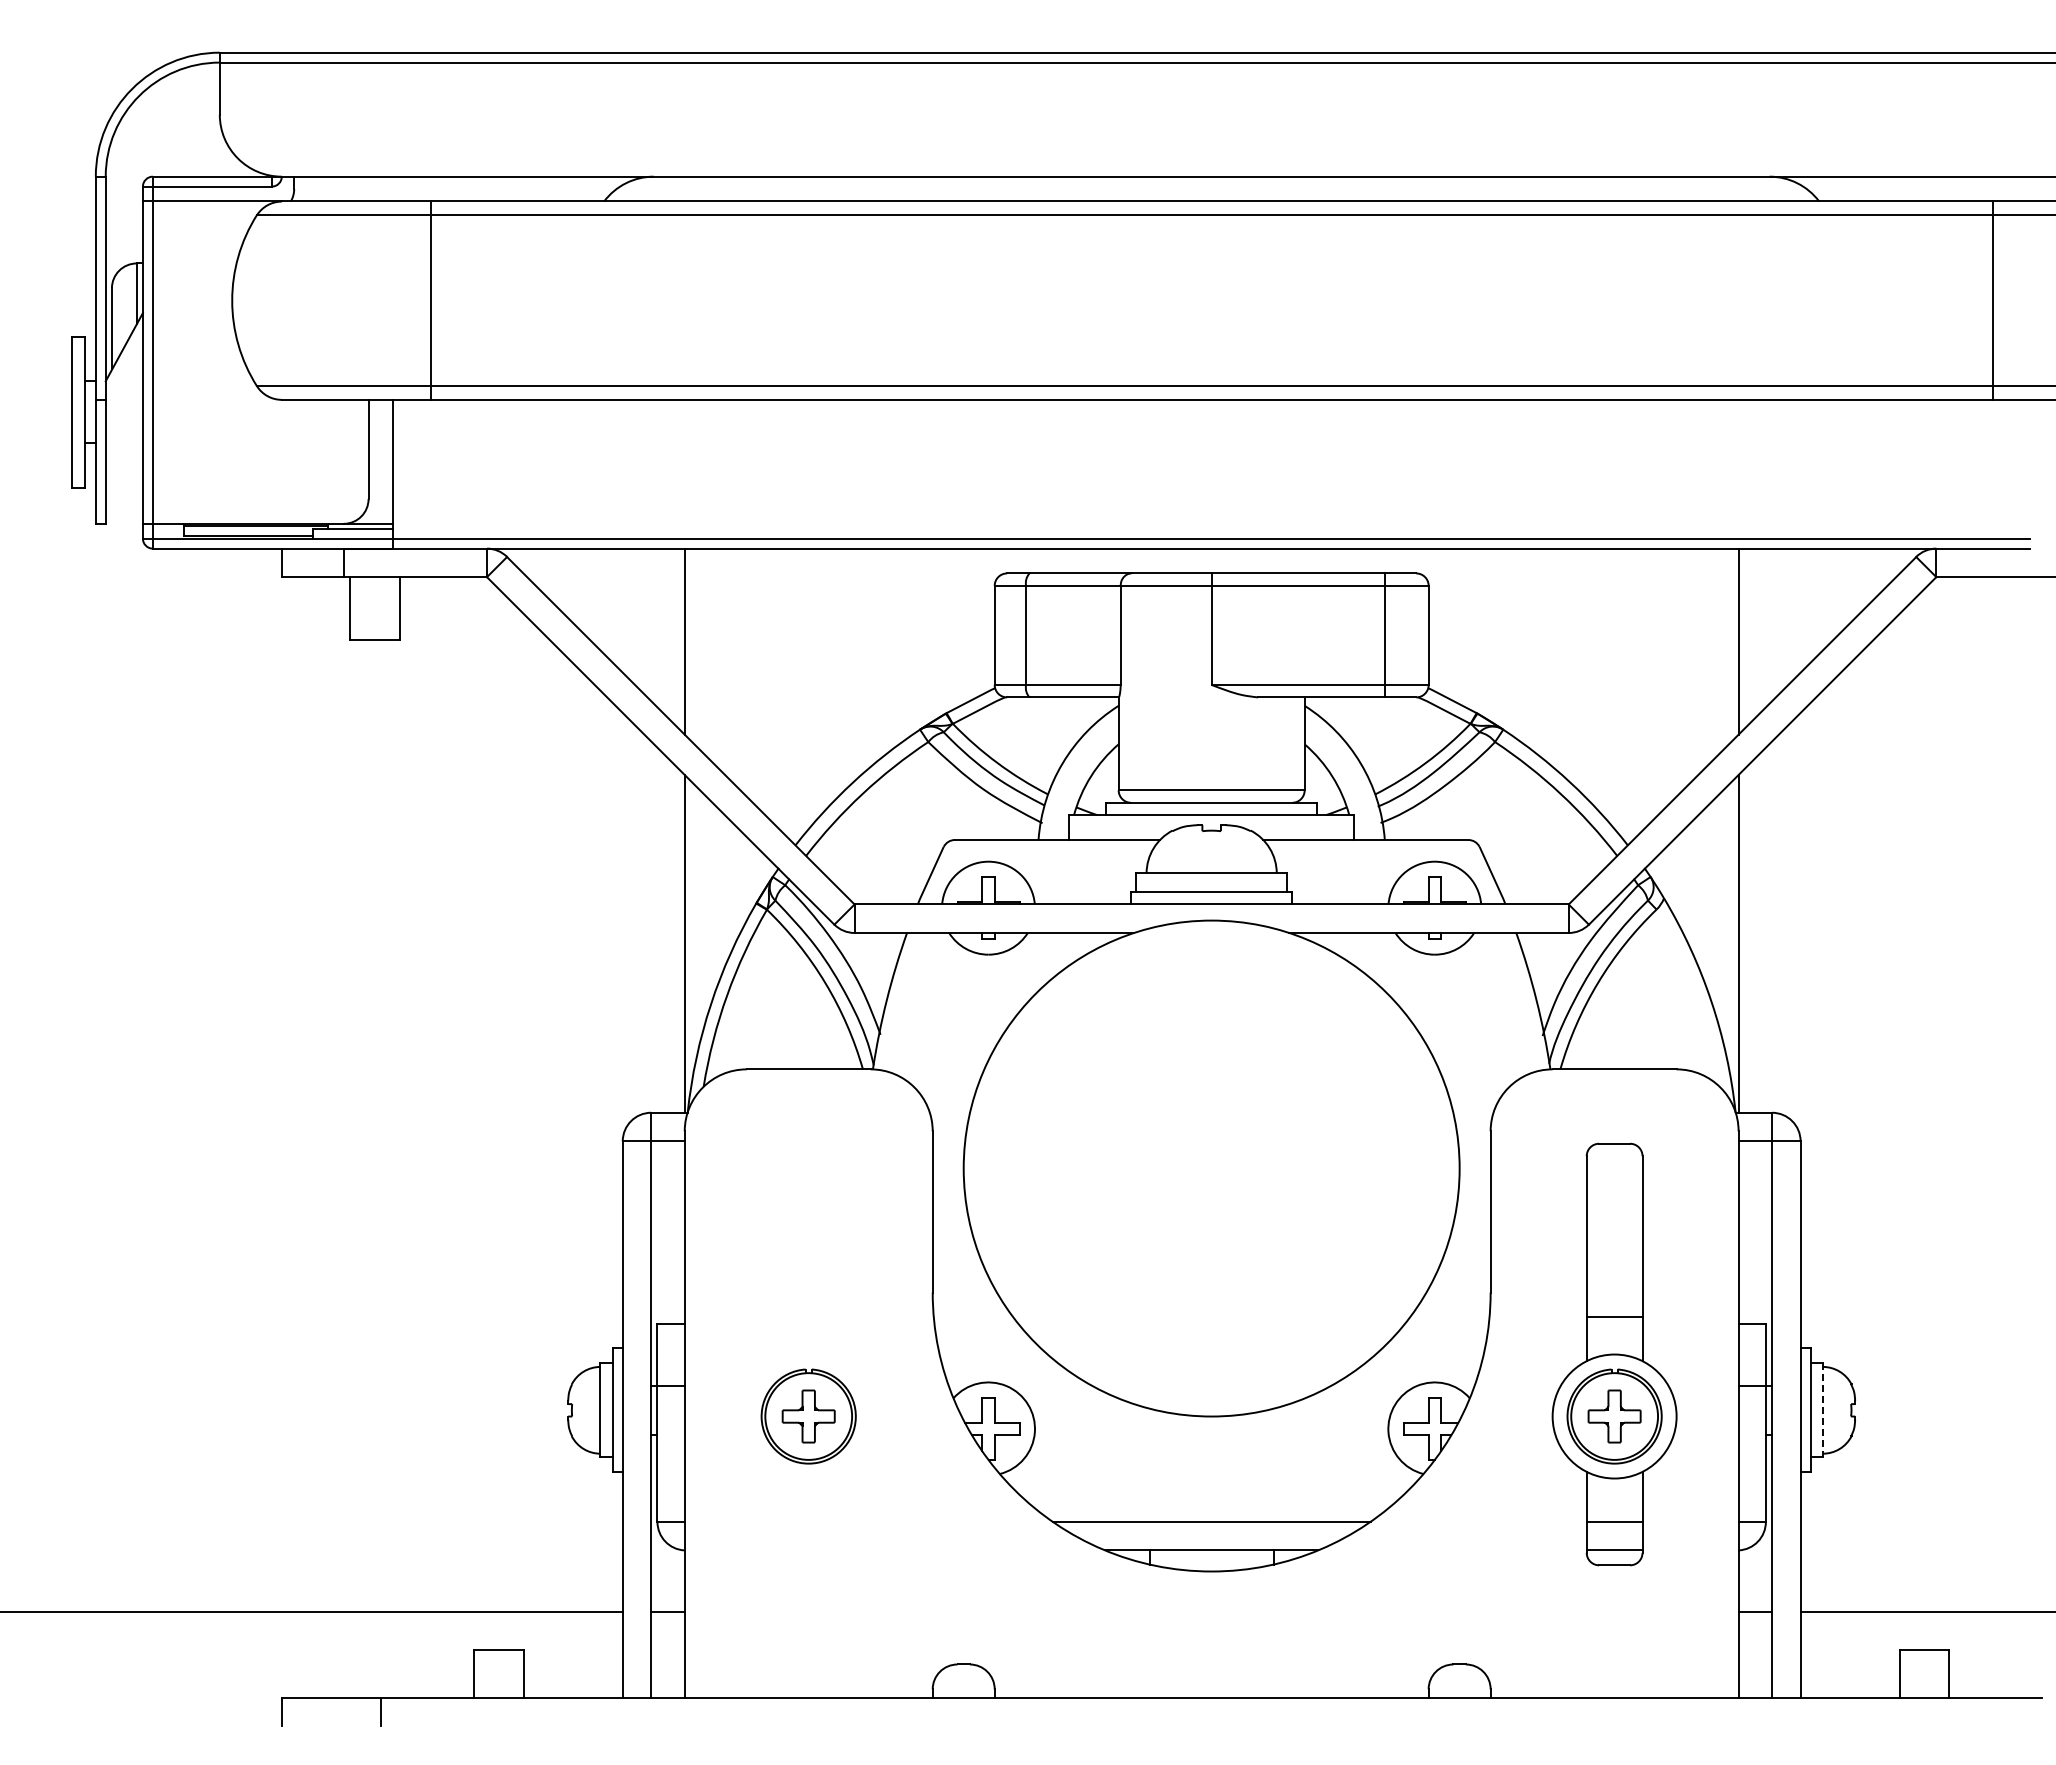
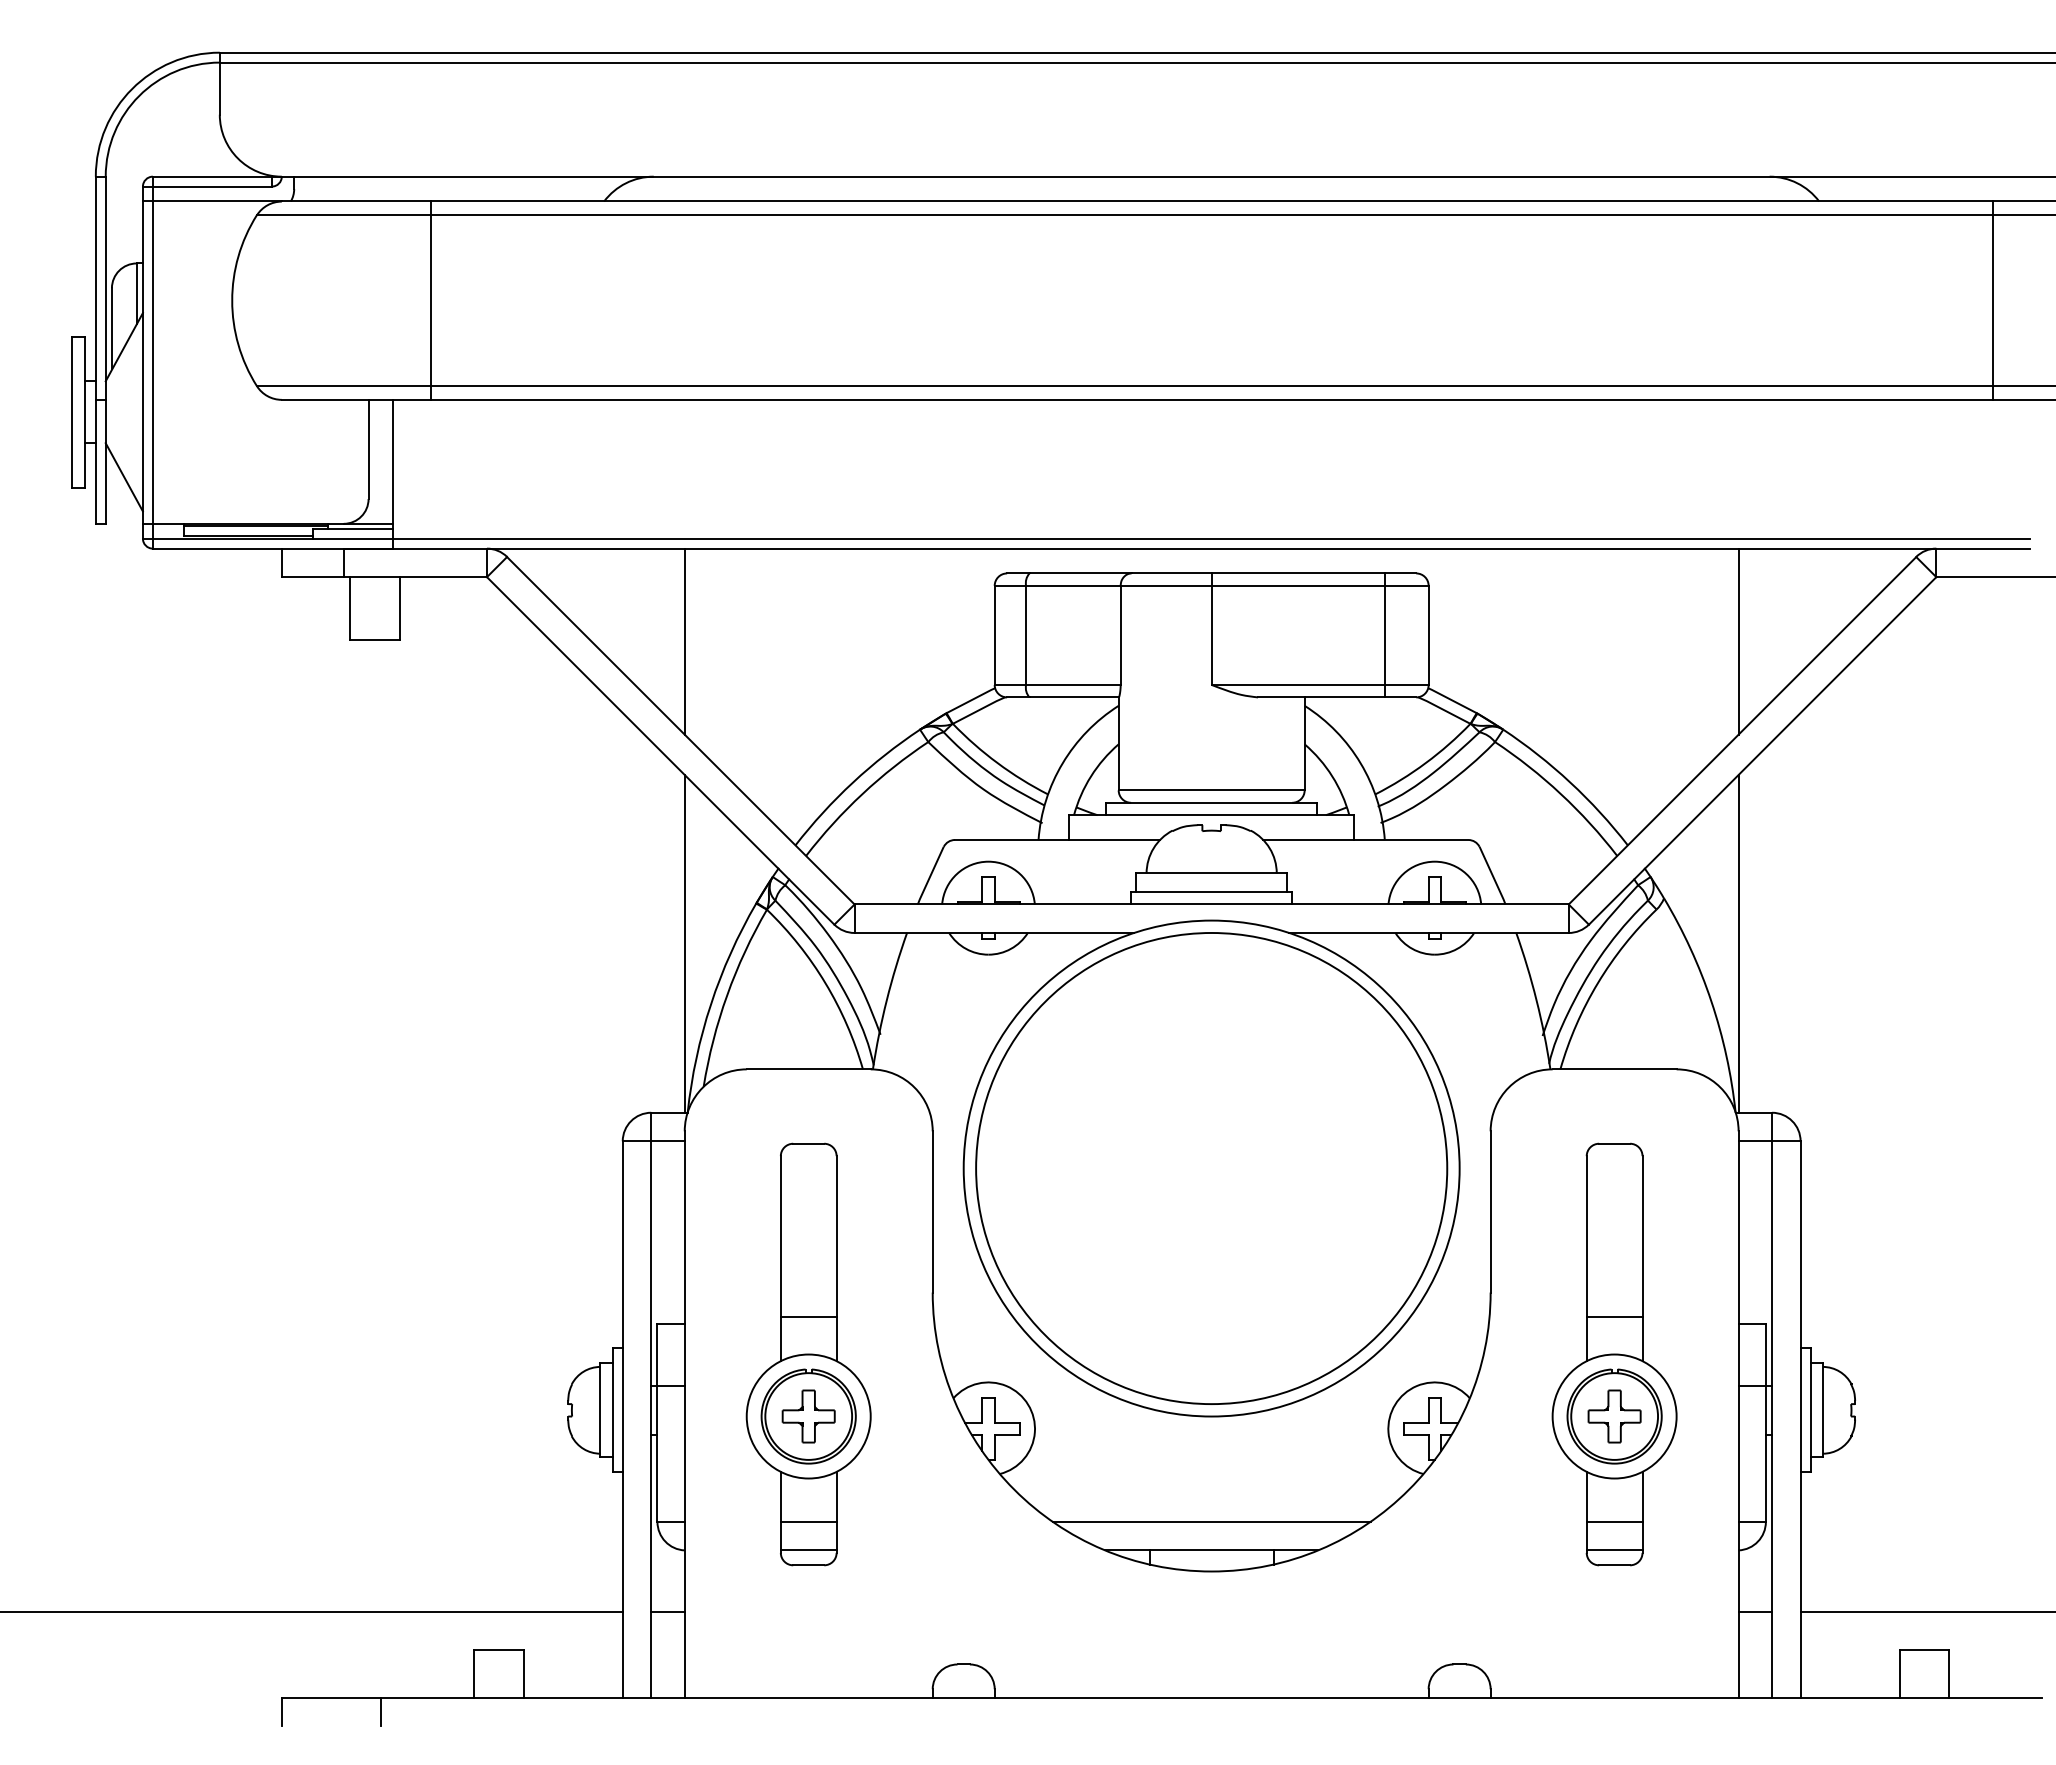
line at (123, 477): none -> present
circle at (1211, 1168): none -> present
part at (808, 1354): none -> present
line at (1822, 1410): dashed -> solid
